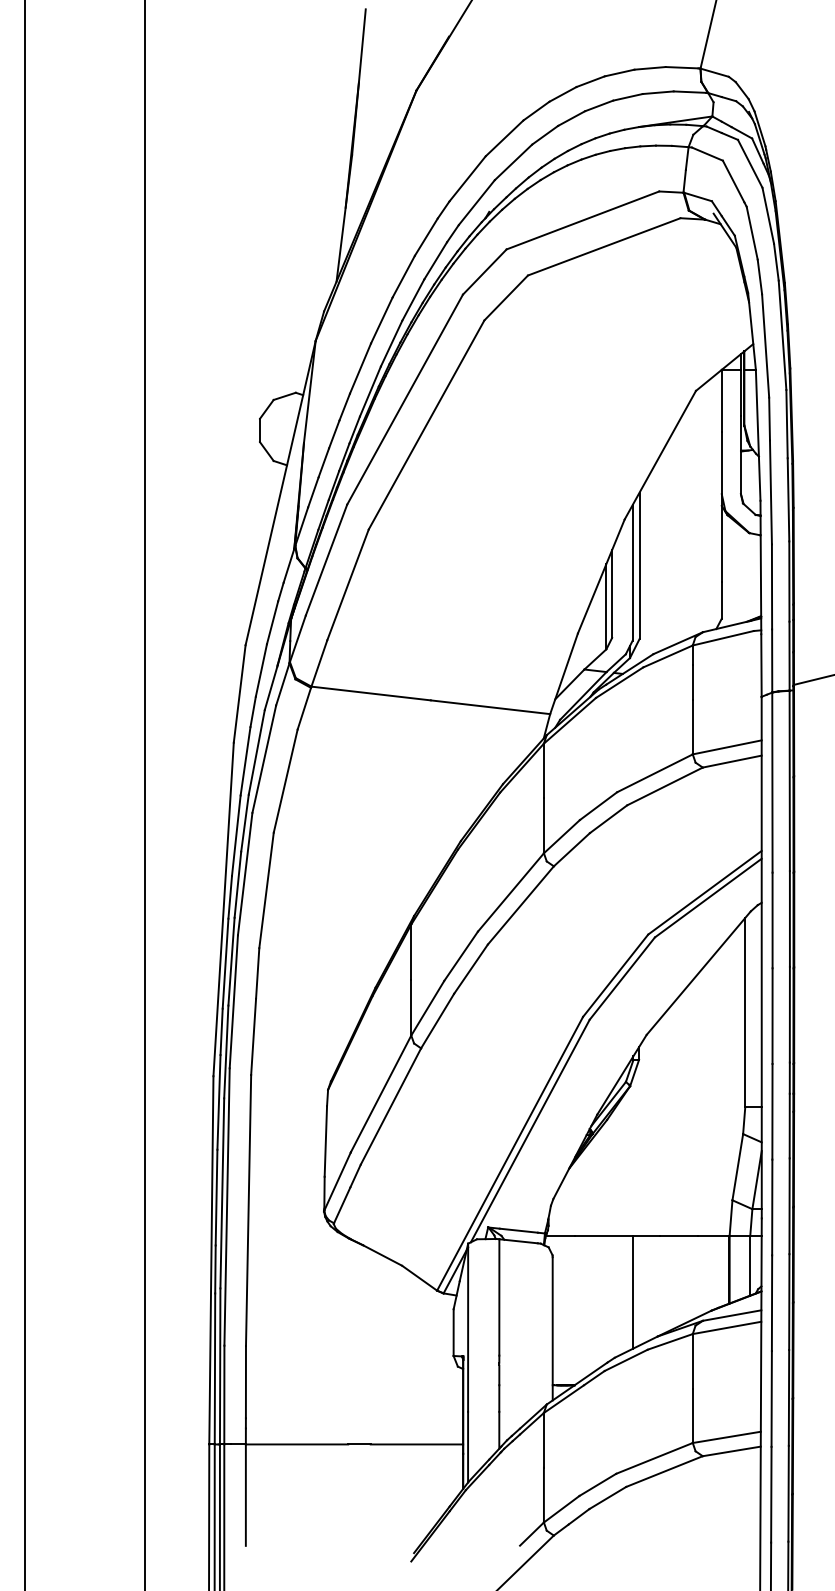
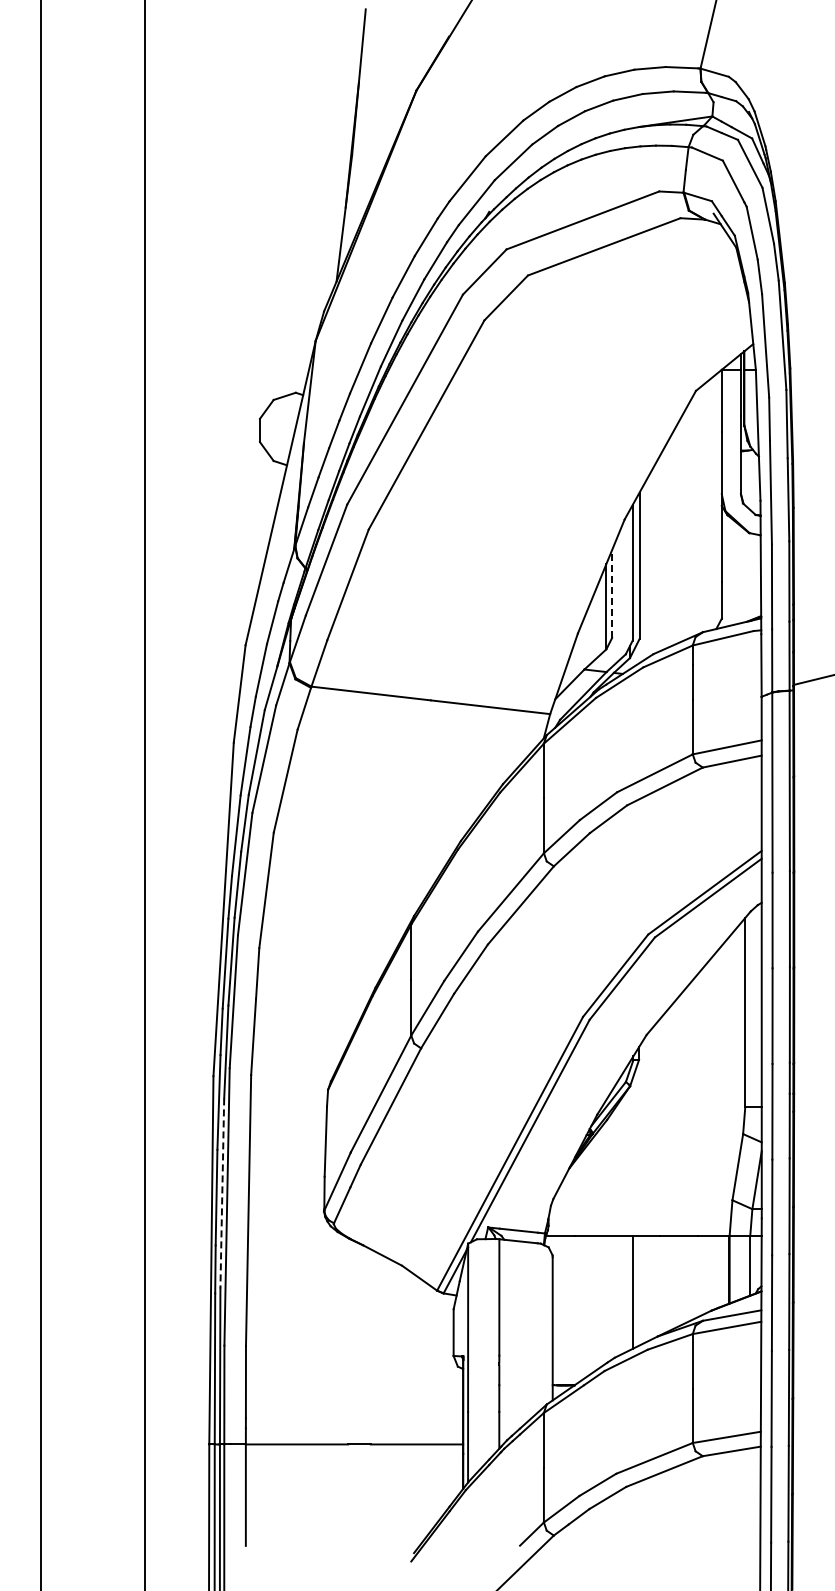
line at (612, 594): solid -> dashed
line at (25, 794) position: (25, 794) -> (41, 794)
line at (222, 1193): solid -> dashed
